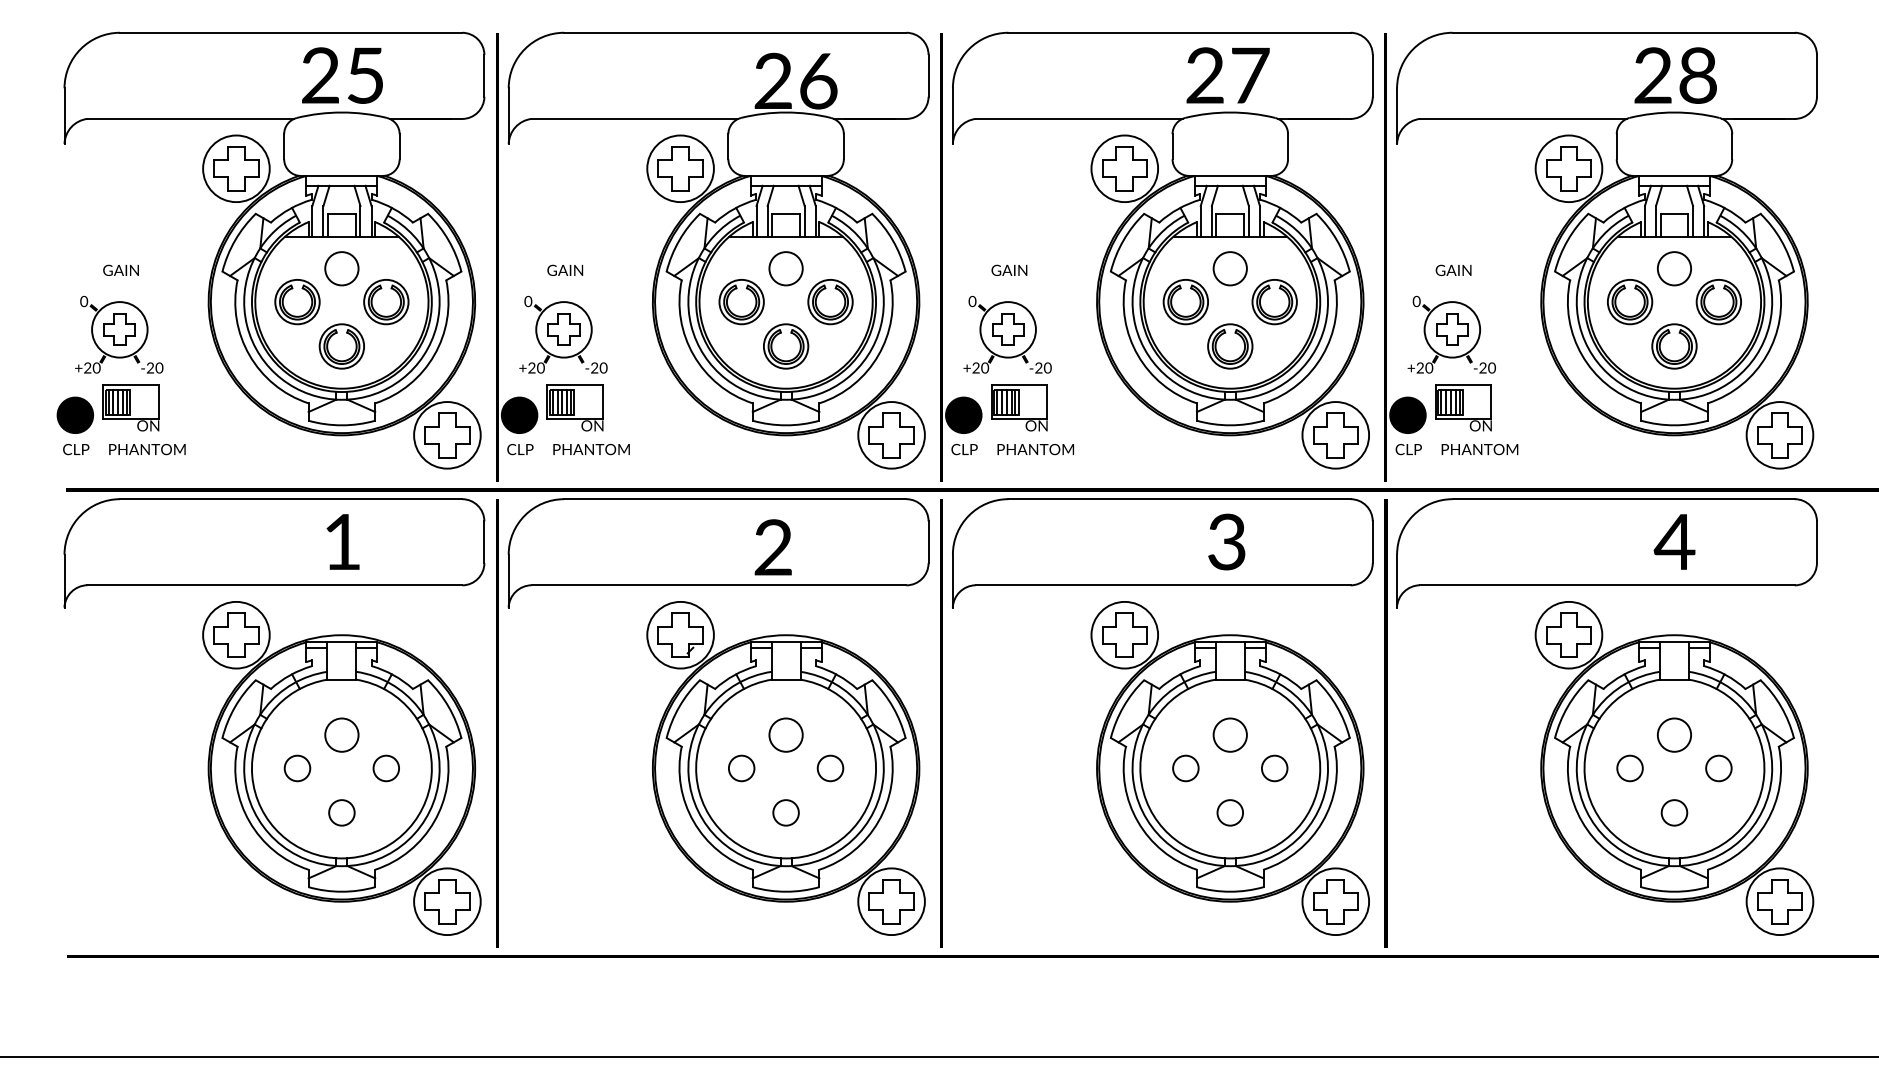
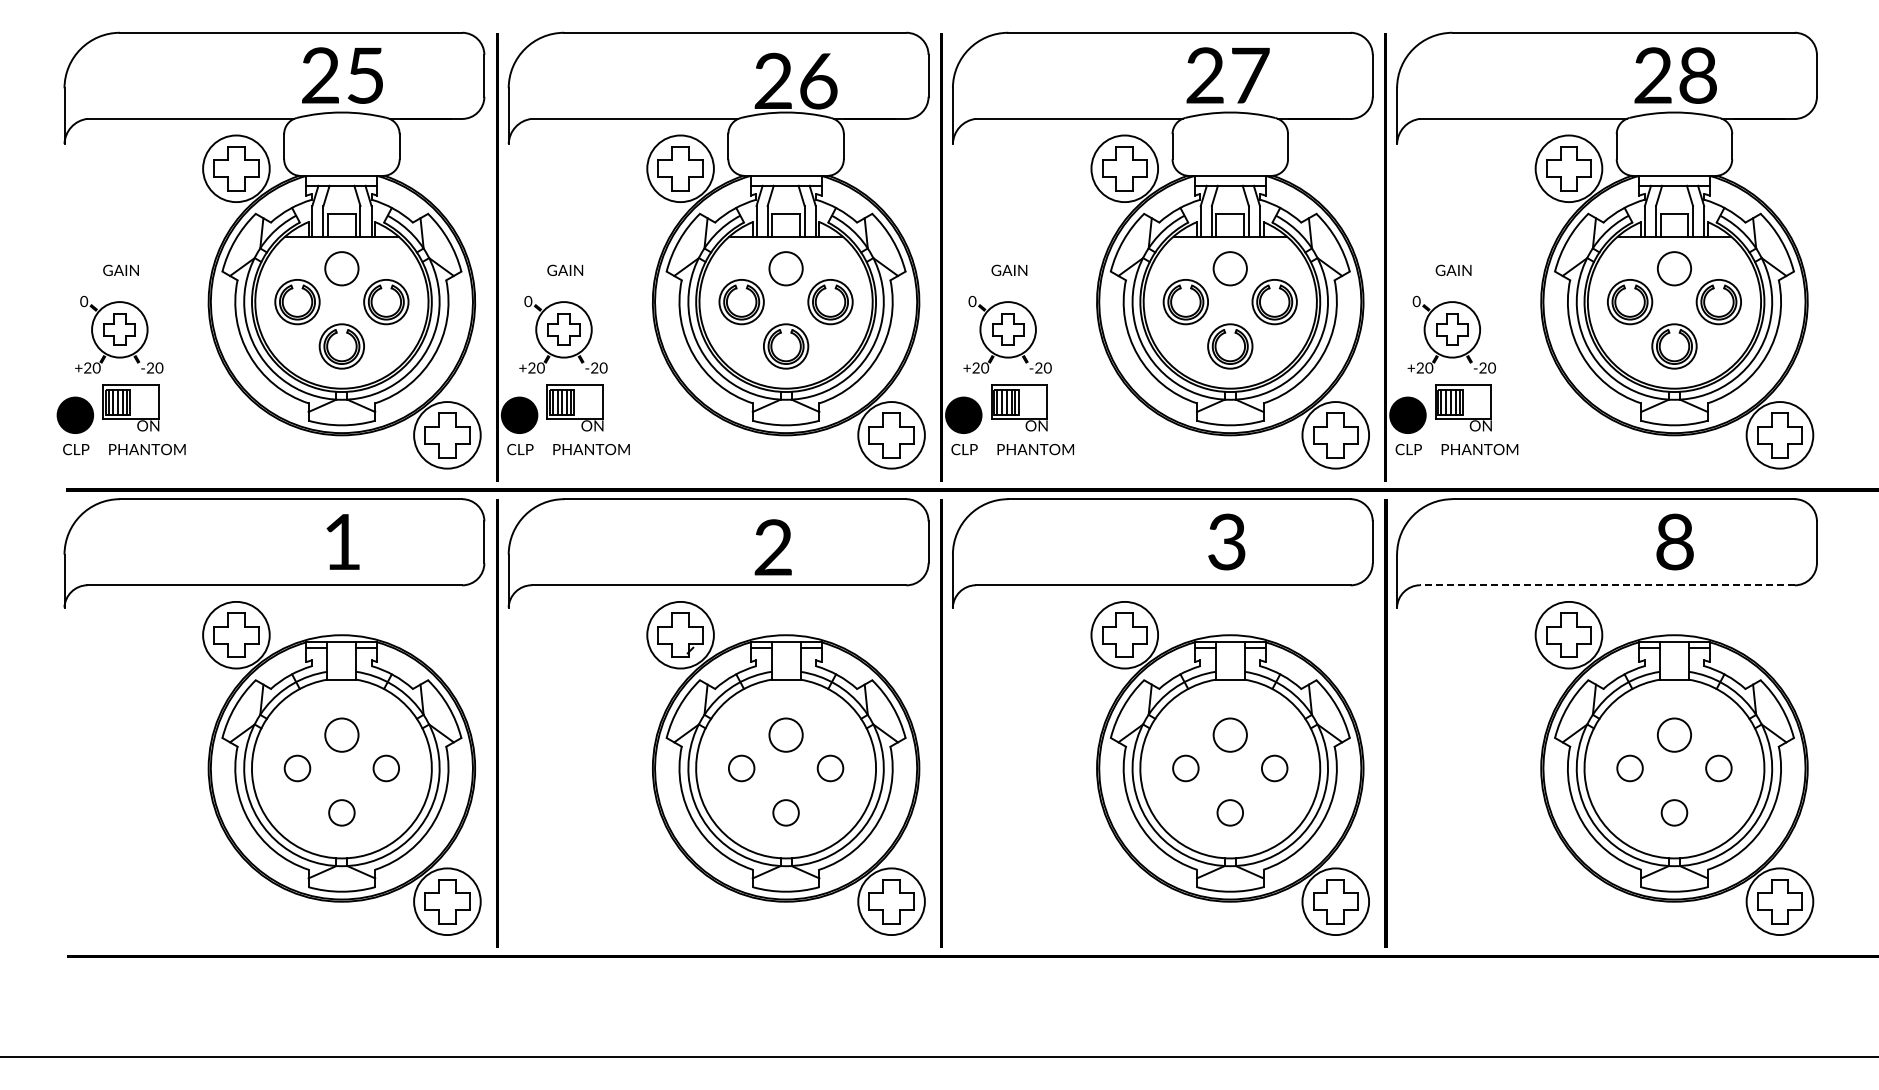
text at (1674, 541): 4 -> 8
line at (1606, 585): solid -> dashed
